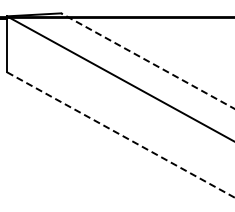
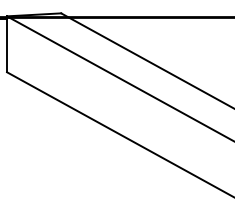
line at (147, 61): dashed -> solid
line at (120, 134): dashed -> solid
